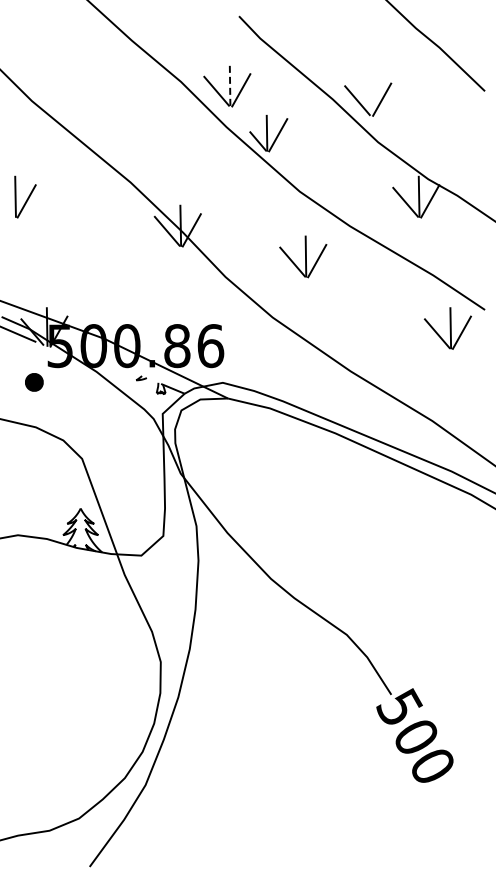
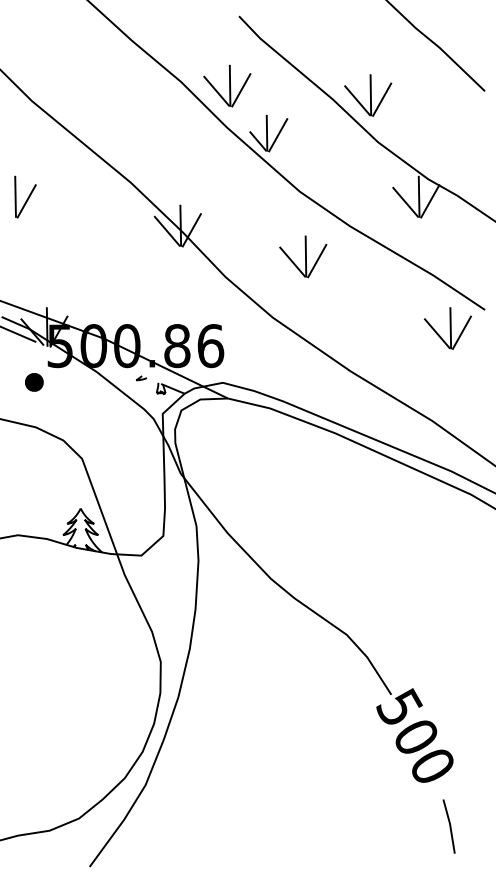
line at (230, 85): dashed -> solid
line at (370, 95): none -> present
line at (449, 826): none -> present
